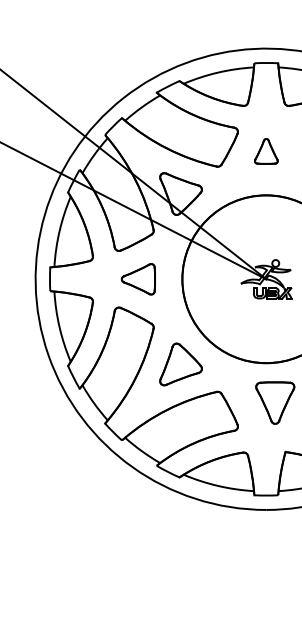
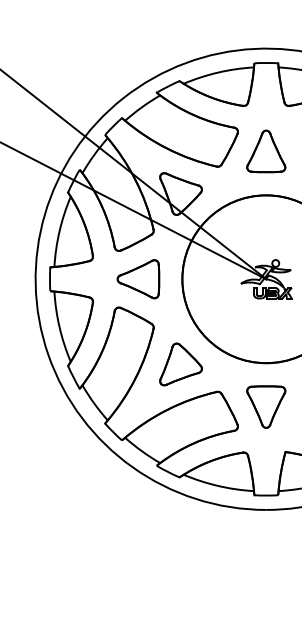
part at (266, 151) size: 25x27 px -> 41x45 px
part at (137, 279) size: 36x33 px -> 45x41 px
part at (275, 402) position: (275, 402) -> (266, 406)
